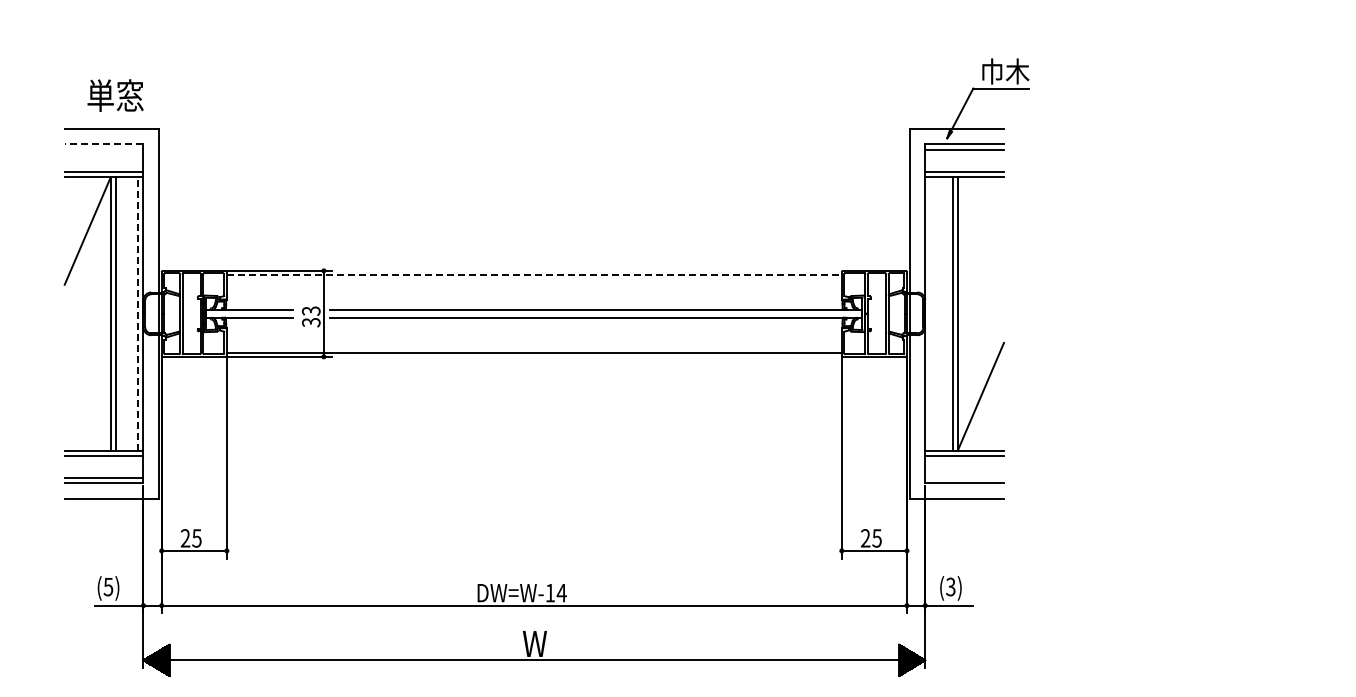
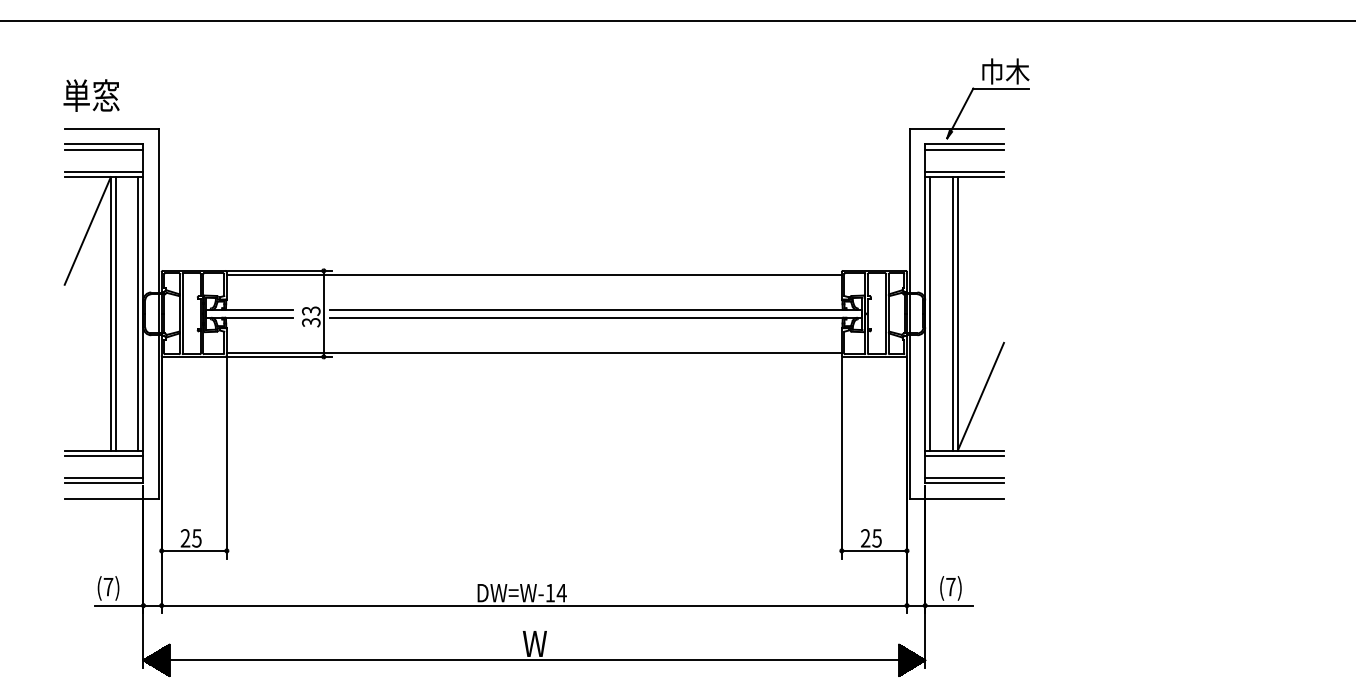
line at (677, 20): none -> present
text at (115, 95) position: (115, 95) -> (91, 95)
line at (103, 144): dashed -> solid
line at (103, 149): none -> present
line at (534, 274): dashed -> solid
line at (138, 313): dashed -> solid
line at (930, 313): none -> present
line at (964, 478): none -> present
text at (950, 586): (3) -> (7)
text at (108, 587): (5) -> (7)
